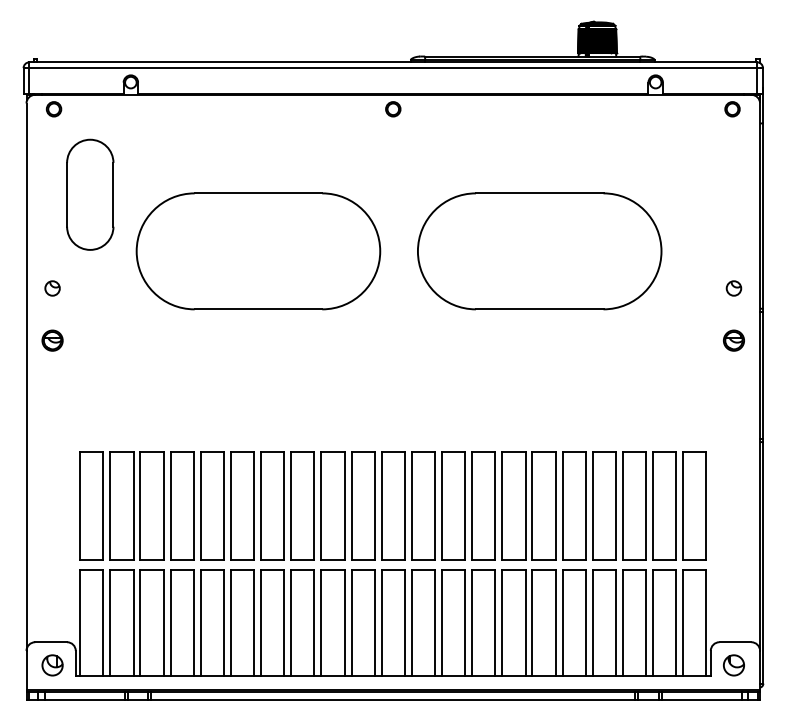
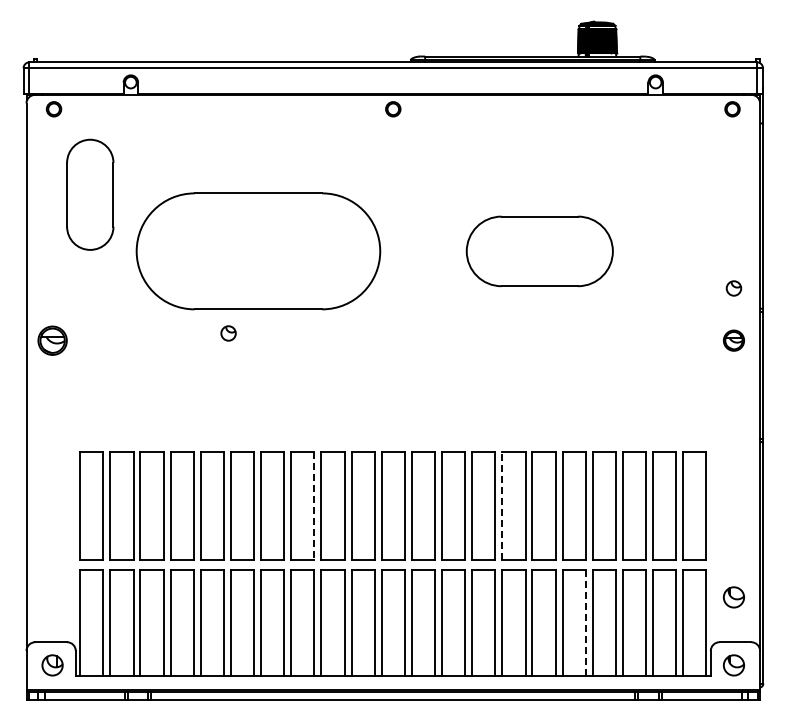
part at (539, 251) size: 246x119 px -> 149x73 px
part at (52, 288) position: (52, 288) -> (228, 333)
part at (52, 340) size: 23x23 px -> 31x31 px
line at (314, 505): solid -> dashed
line at (502, 505): solid -> dashed
part at (733, 597): none -> present
line at (585, 622): solid -> dashed
